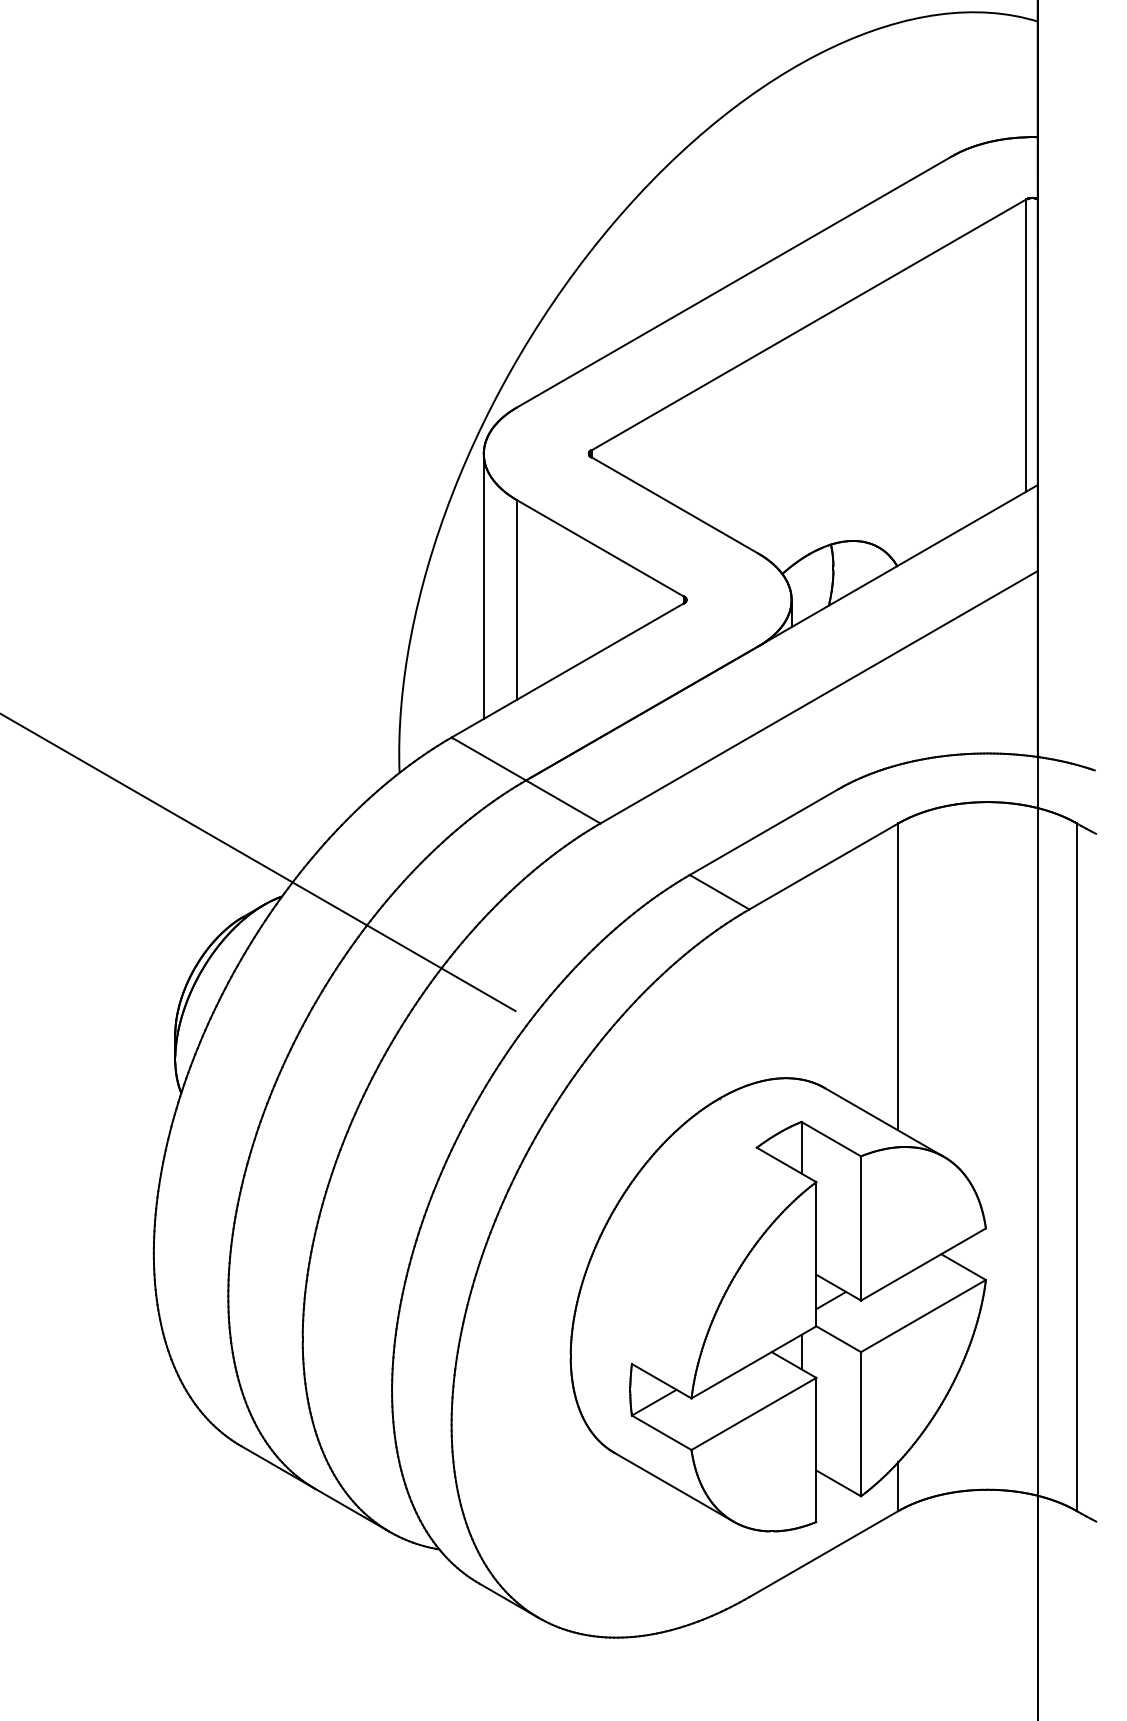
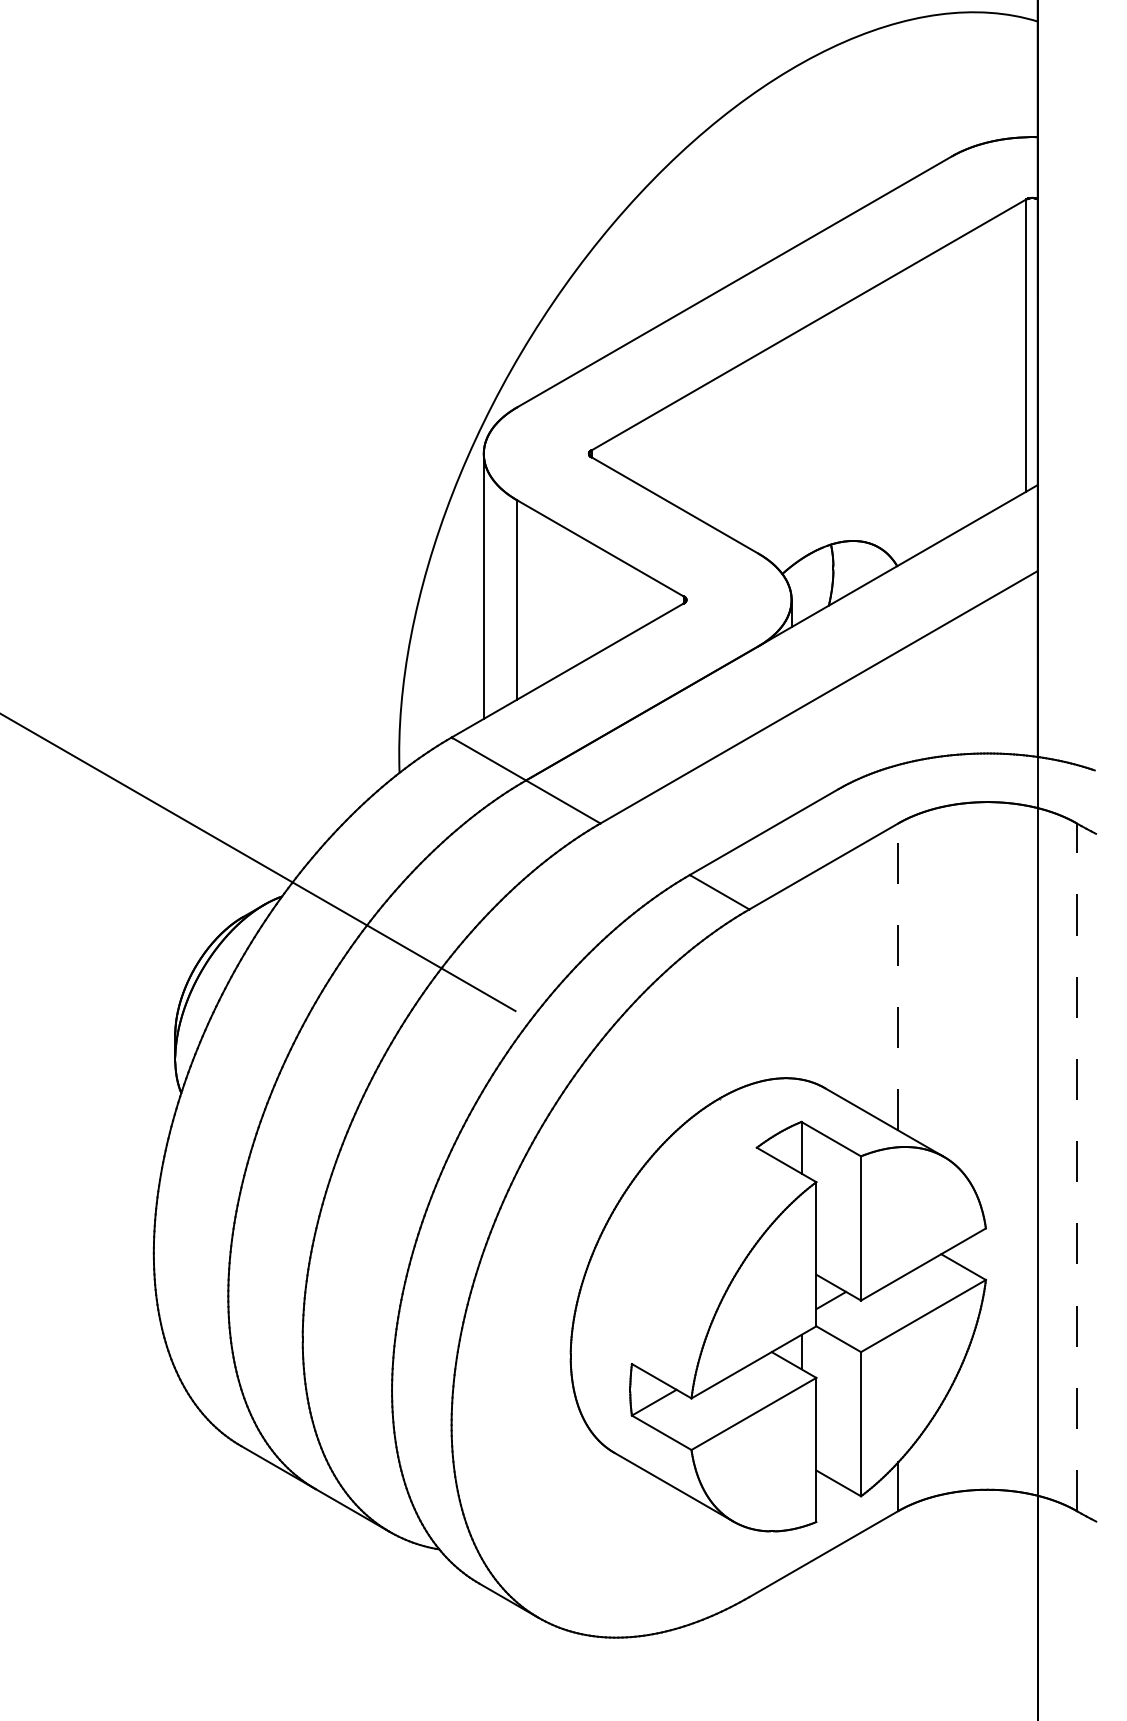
line at (898, 976): solid -> dashed
line at (1076, 1167): solid -> dashed
